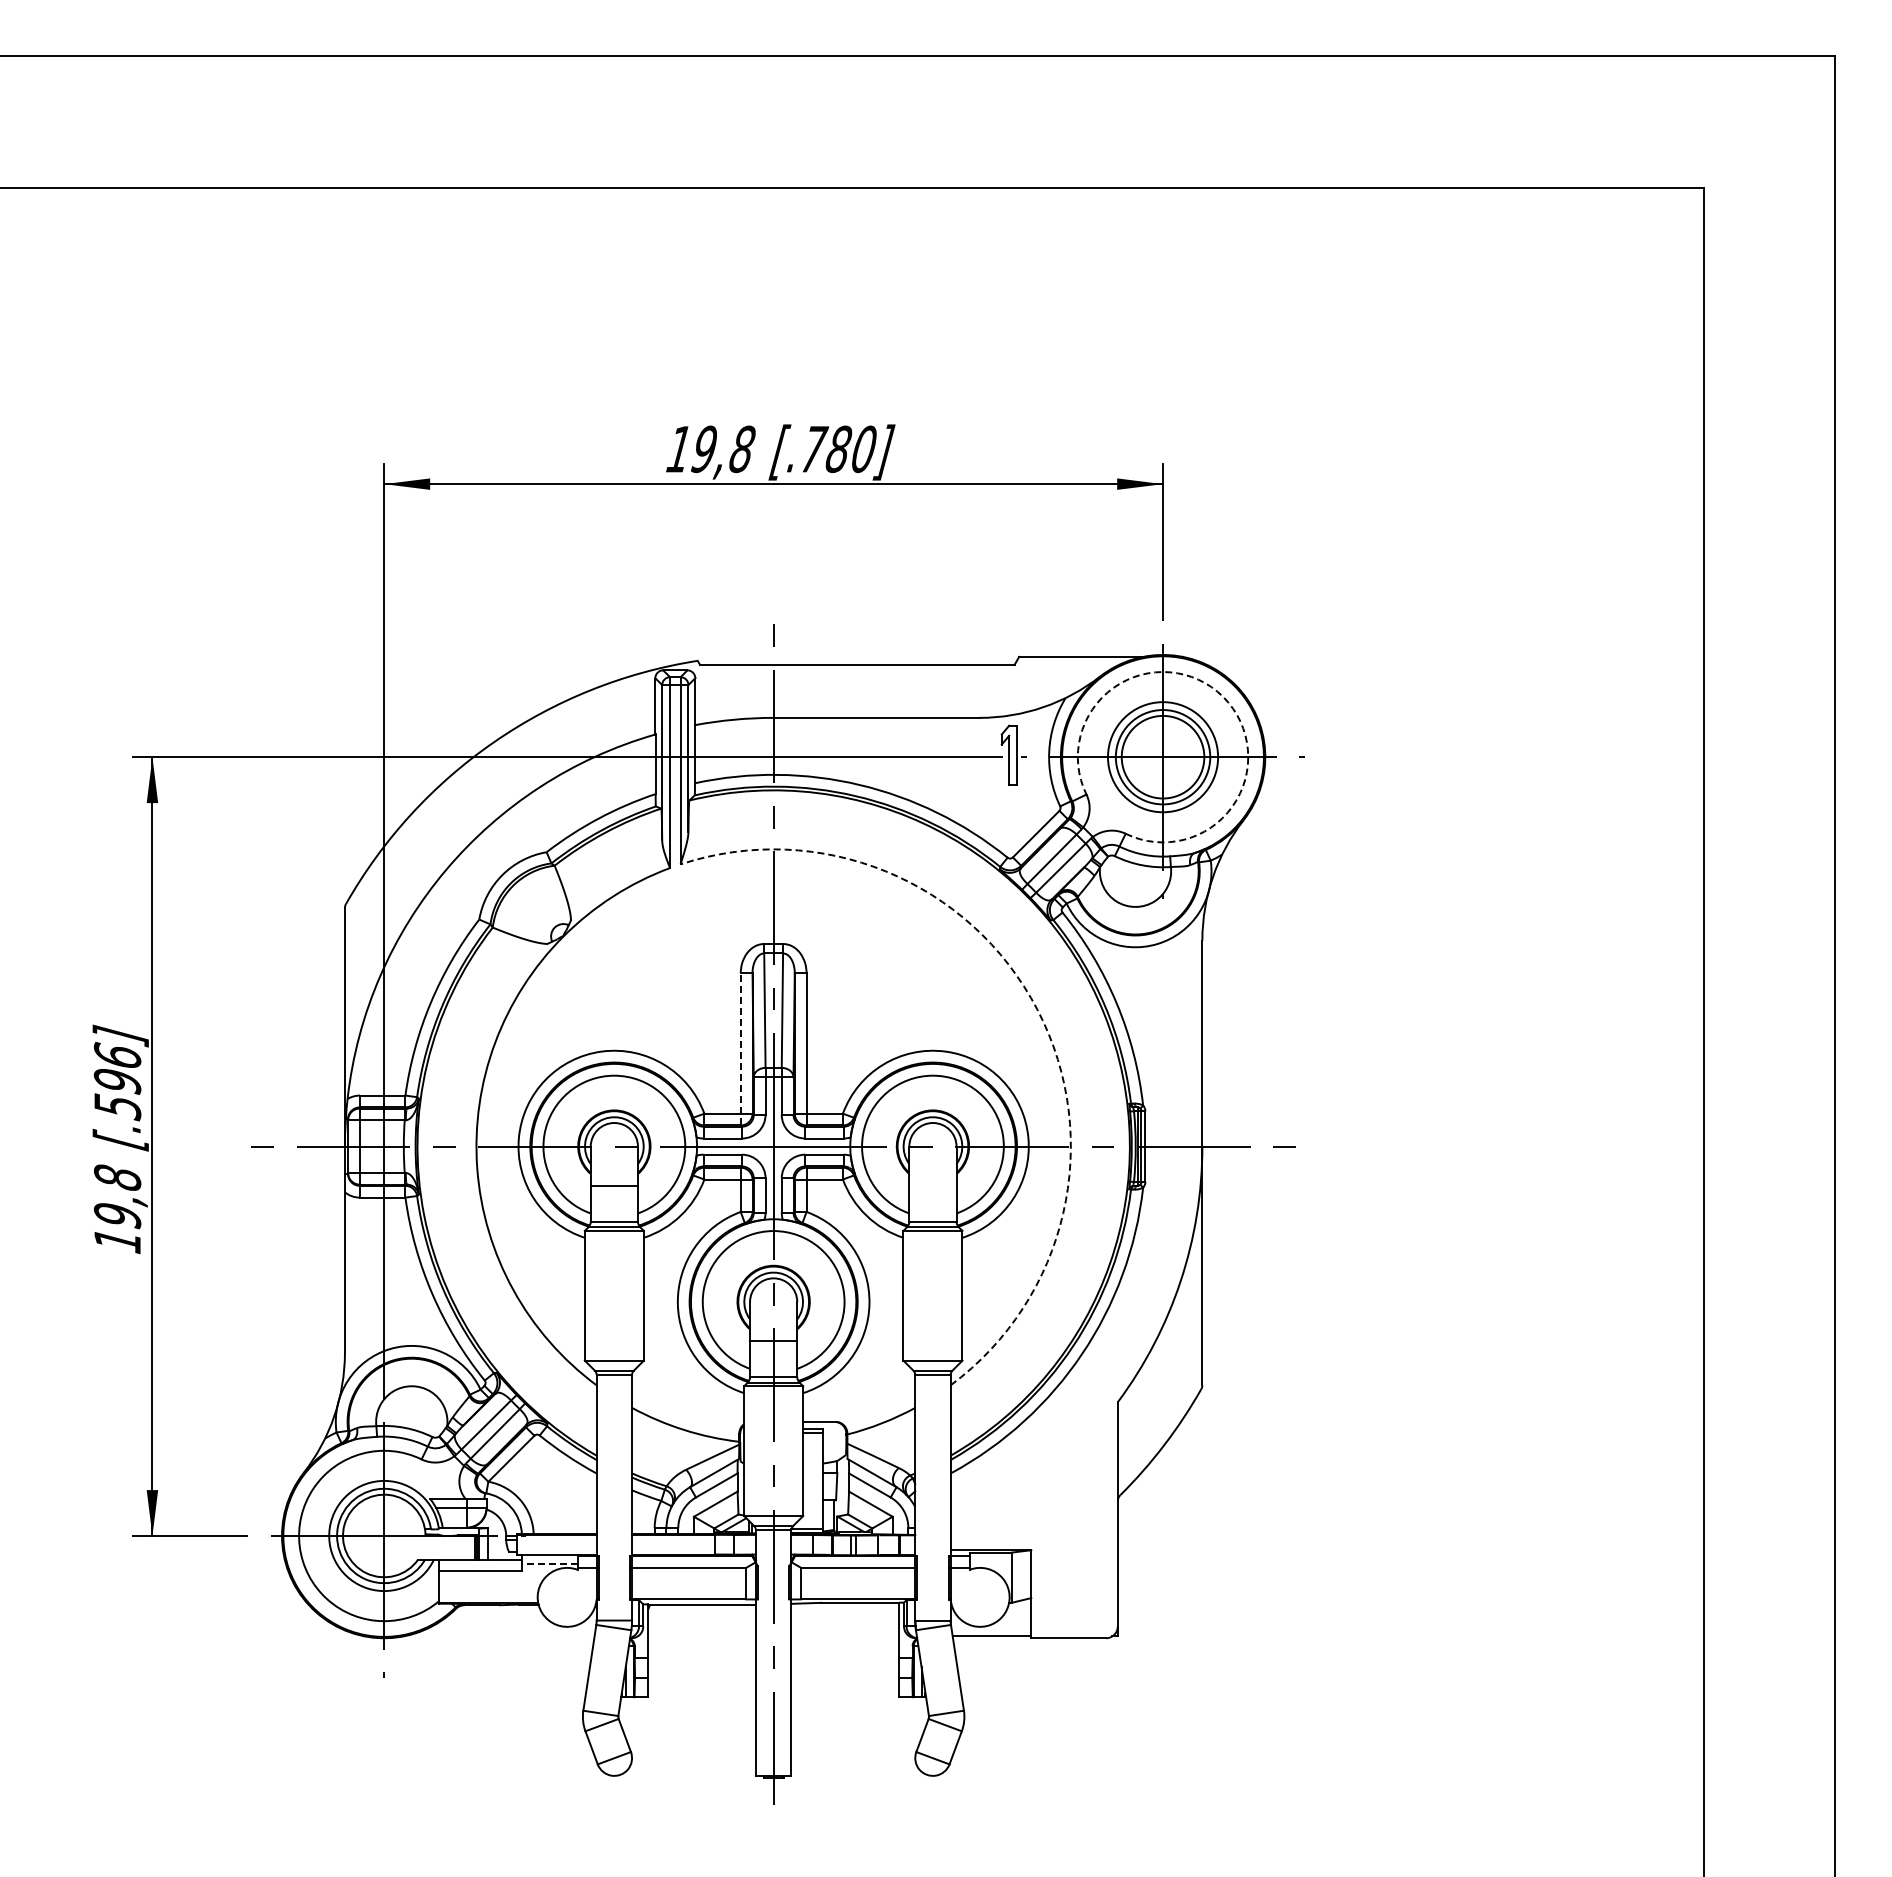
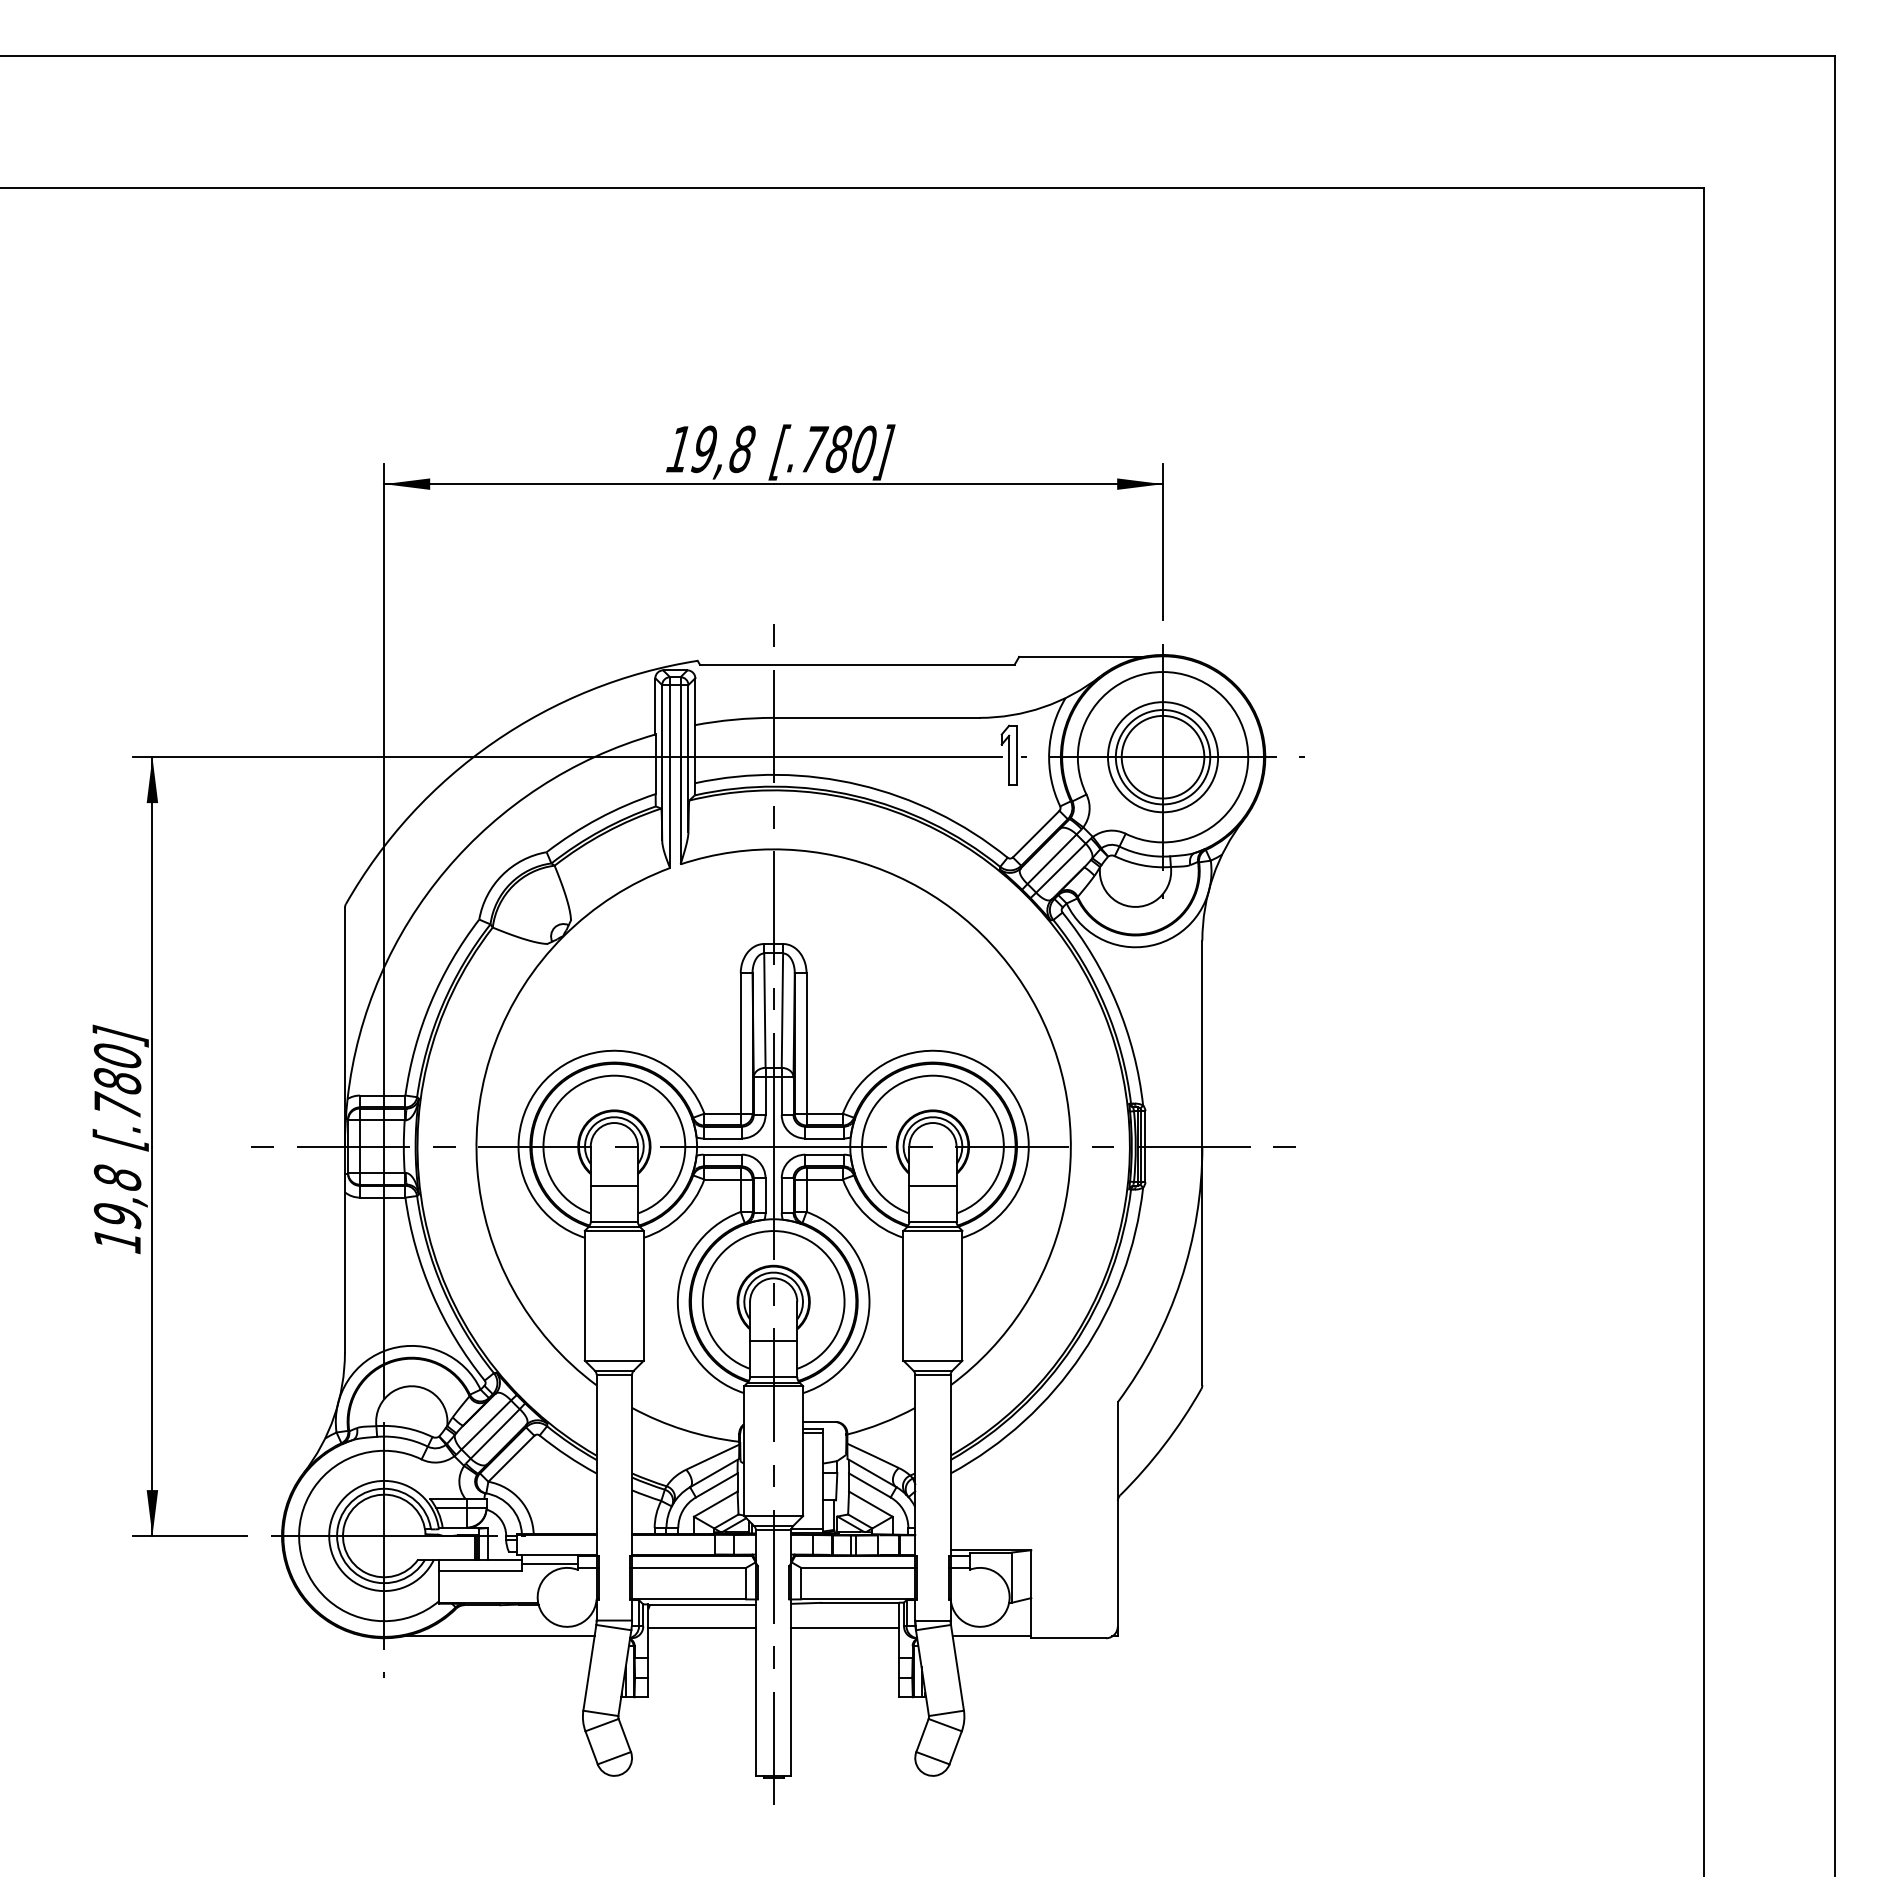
arc at (1223, 696): dashed -> solid
arc at (1037, 1009): dashed -> solid
line at (740, 1048): dashed -> solid
text at (117, 1081): [.596] -> [.780]
line at (932, 1185): none -> present
line at (549, 1563): dashed -> solid
line at (701, 1628): none -> present
line at (844, 1628): none -> present
line at (498, 1636): none -> present
